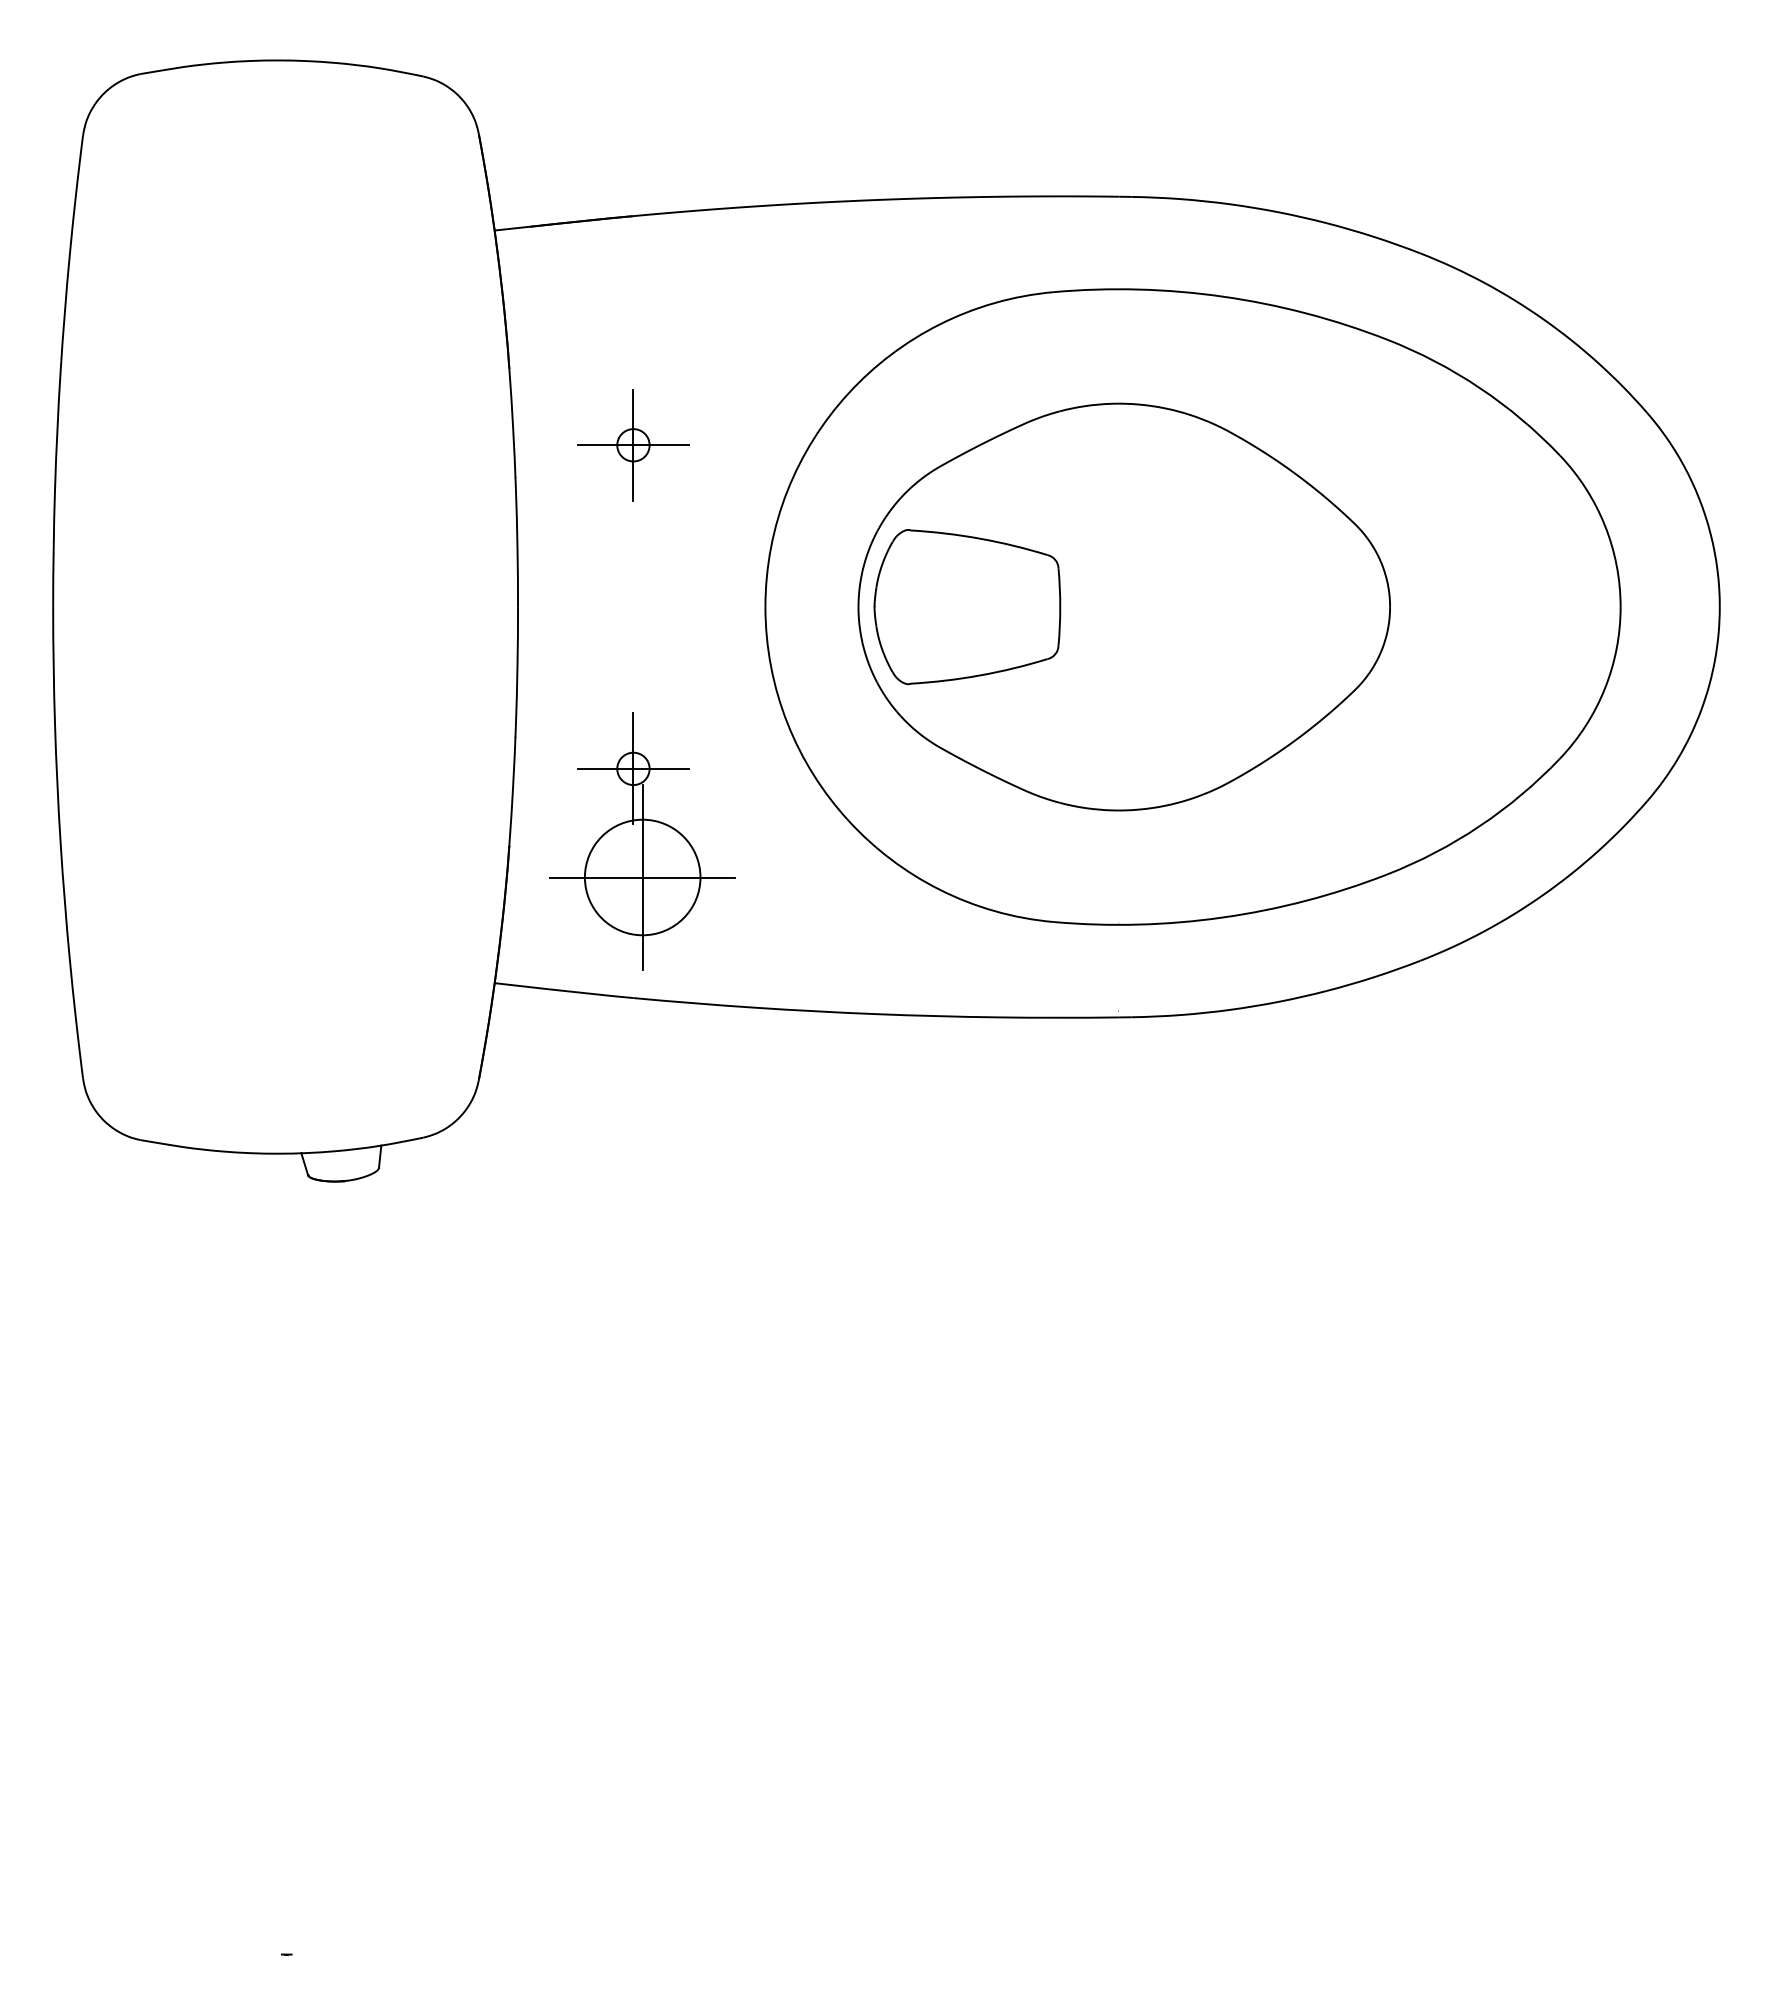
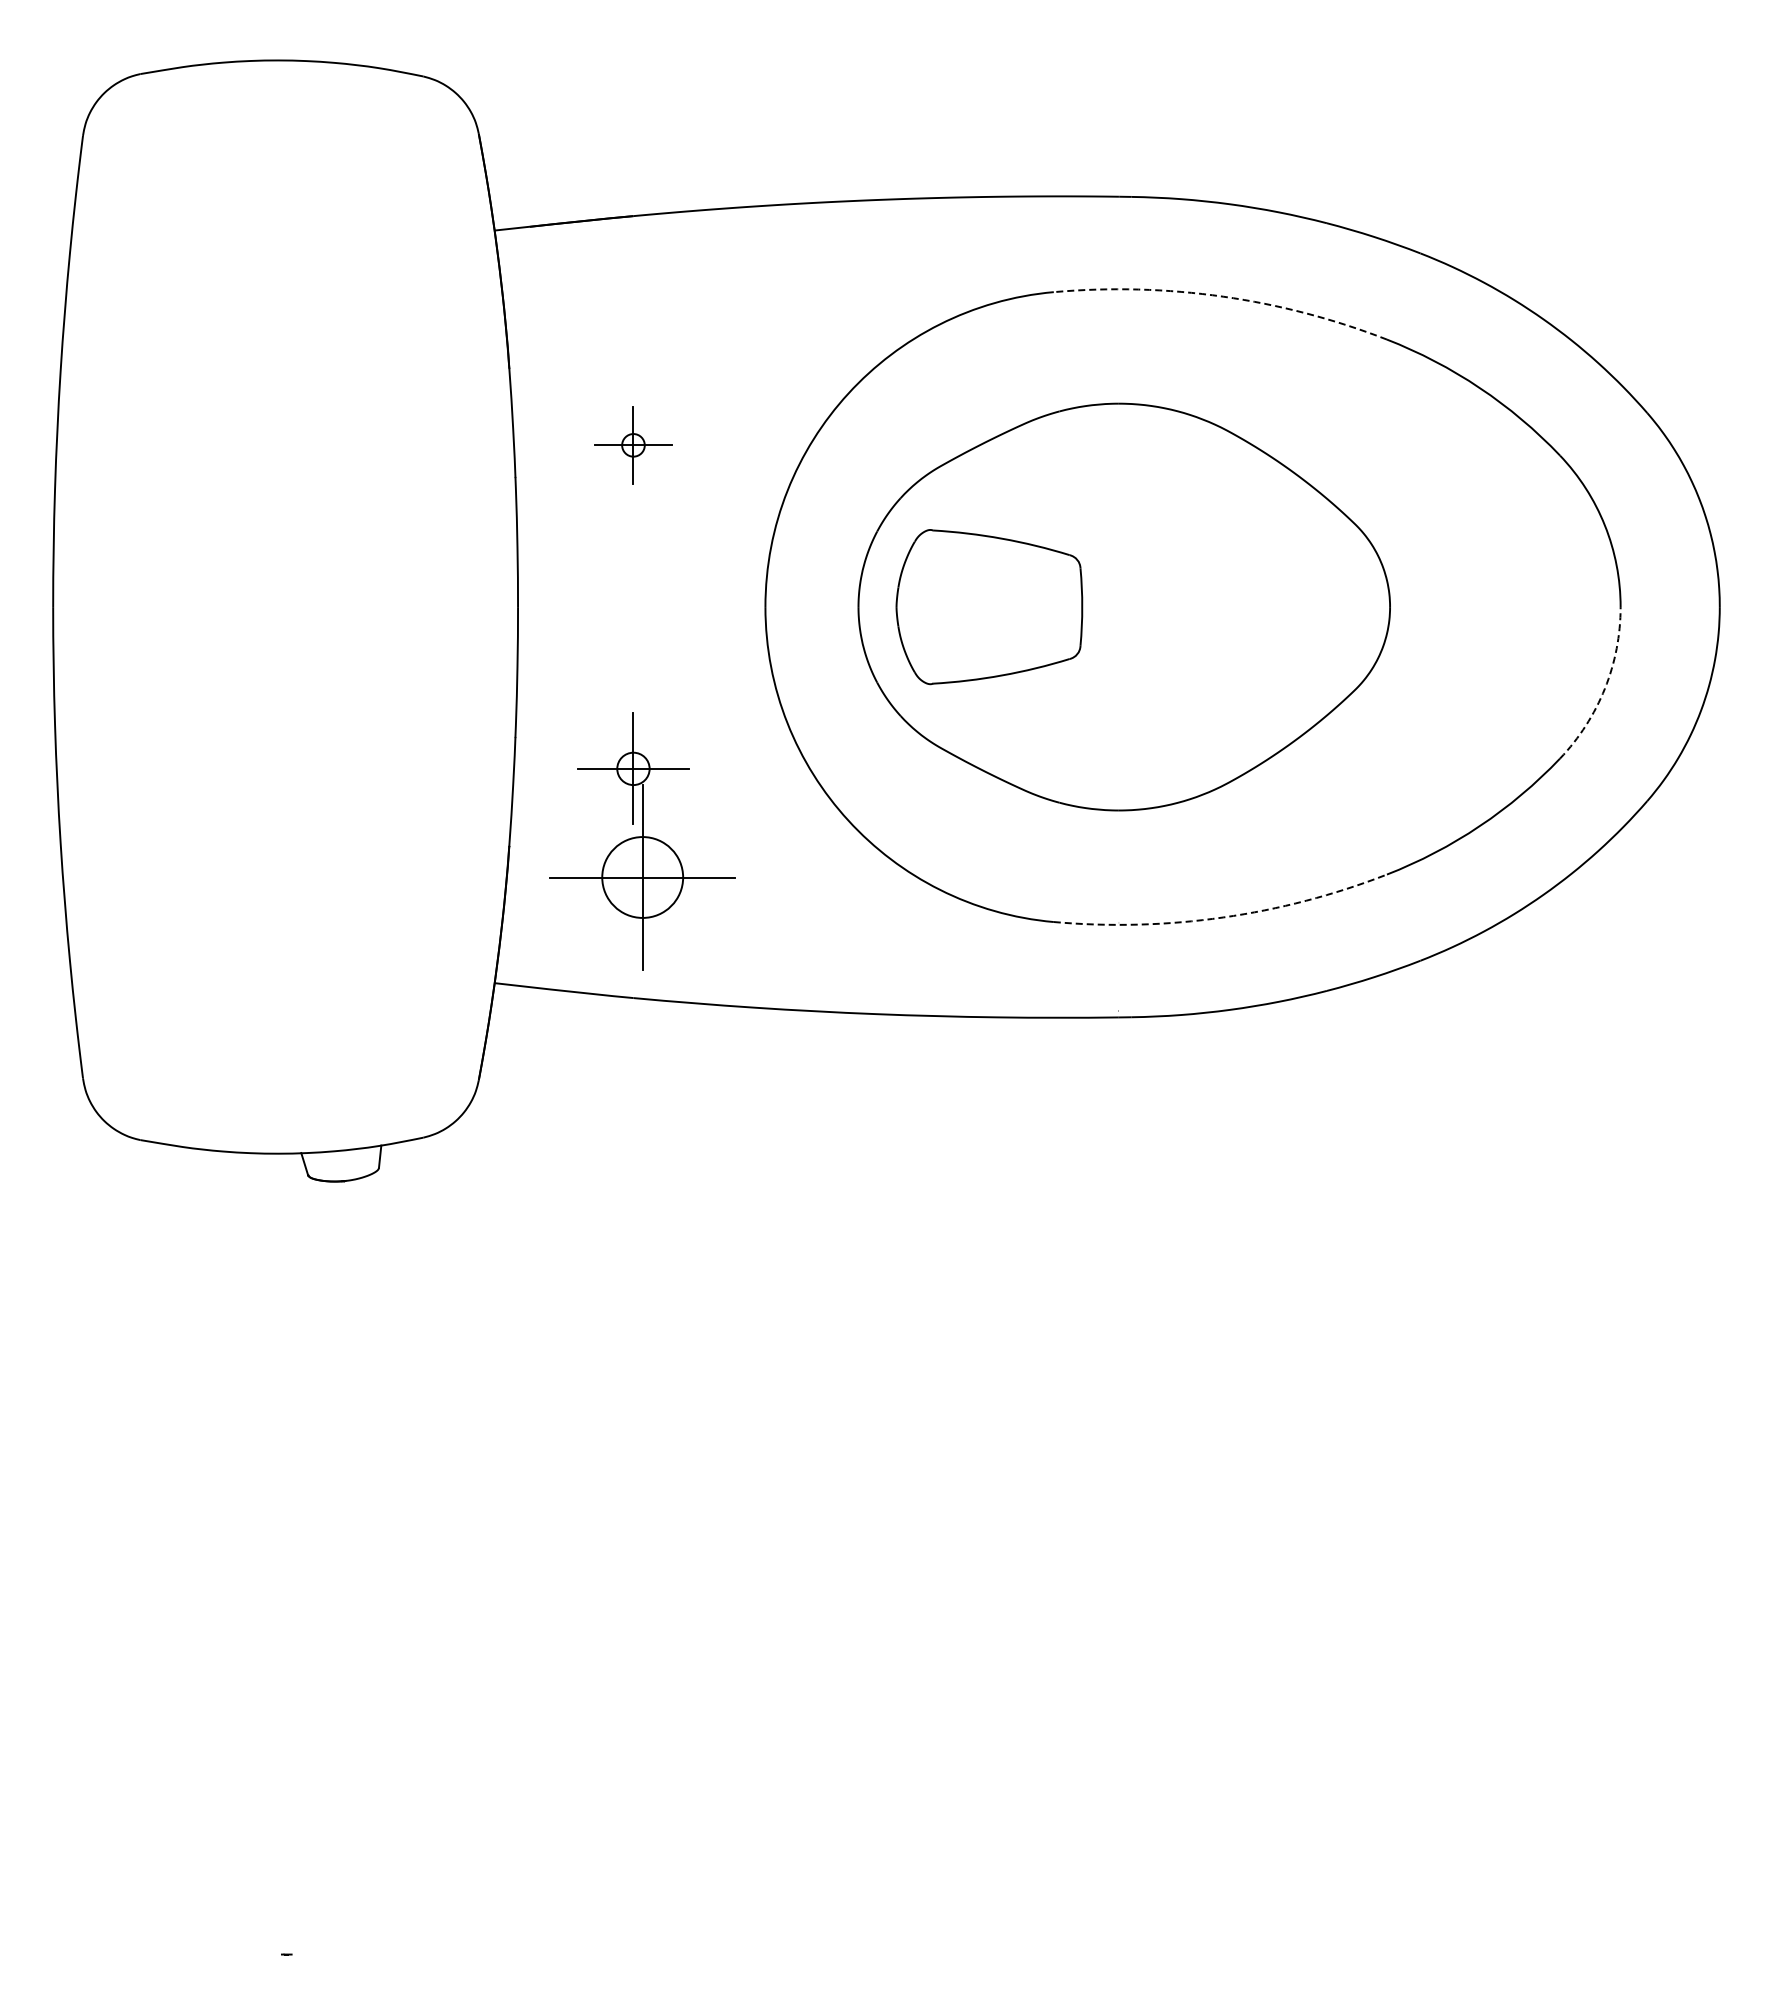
arc at (1223, 296): solid -> dashed
part at (633, 445) size: 113x113 px -> 79x79 px
part at (967, 607) position: (967, 607) -> (989, 607)
arc at (1604, 688): solid -> dashed
circle at (642, 877) diameter: 116 px -> 81 px
arc at (1223, 917): solid -> dashed
